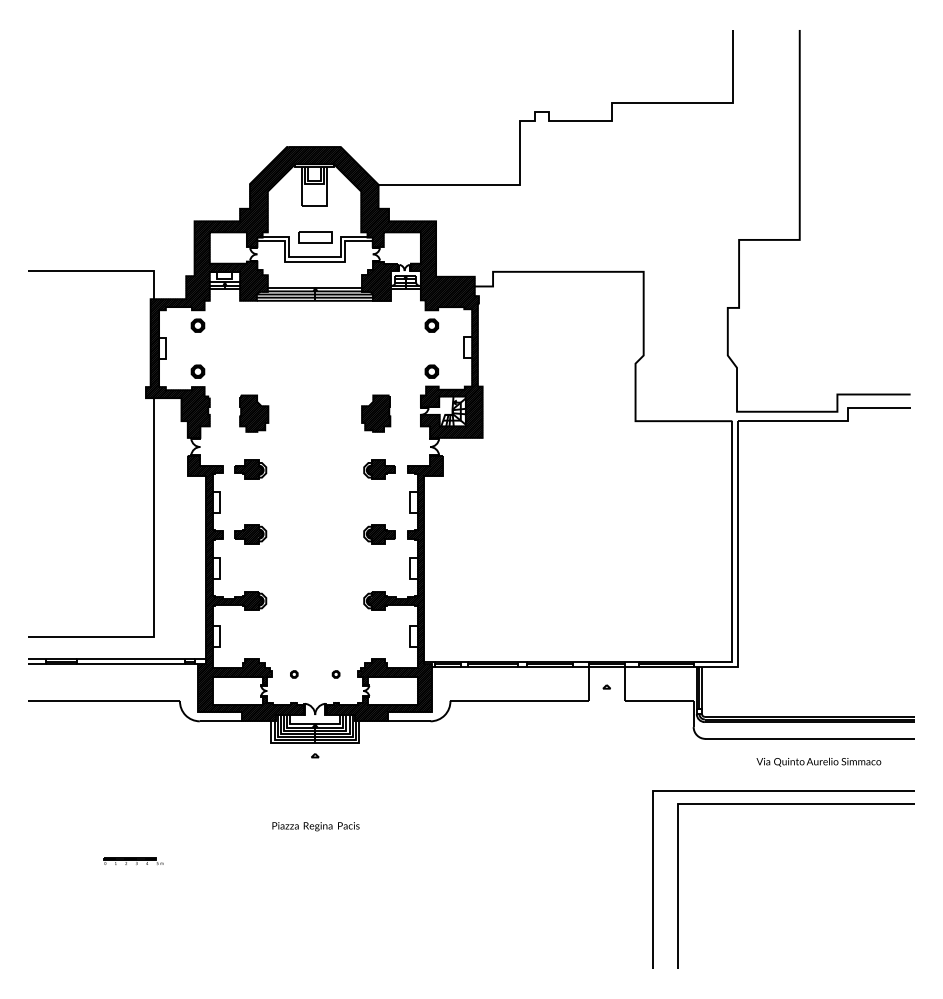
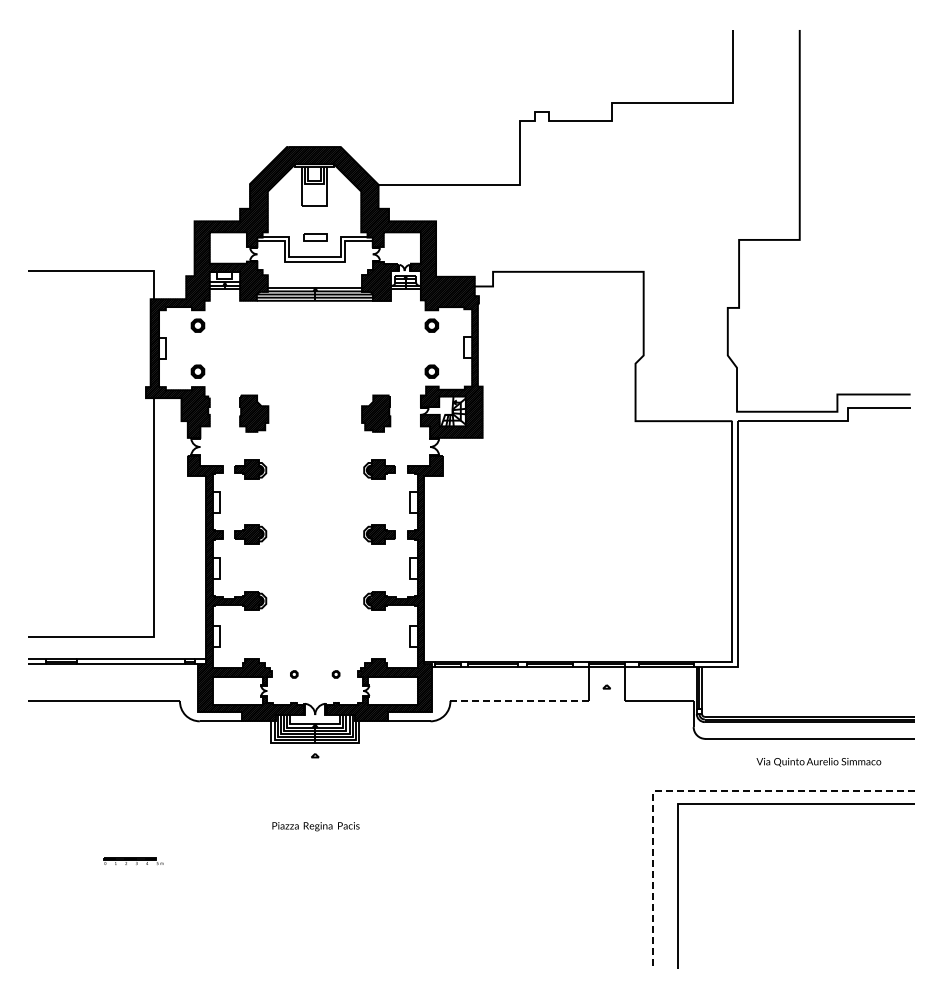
part at (315, 237) size: 35x13 px -> 25x9 px
line at (519, 700): solid -> dashed
line at (694, 791): solid -> dashed
